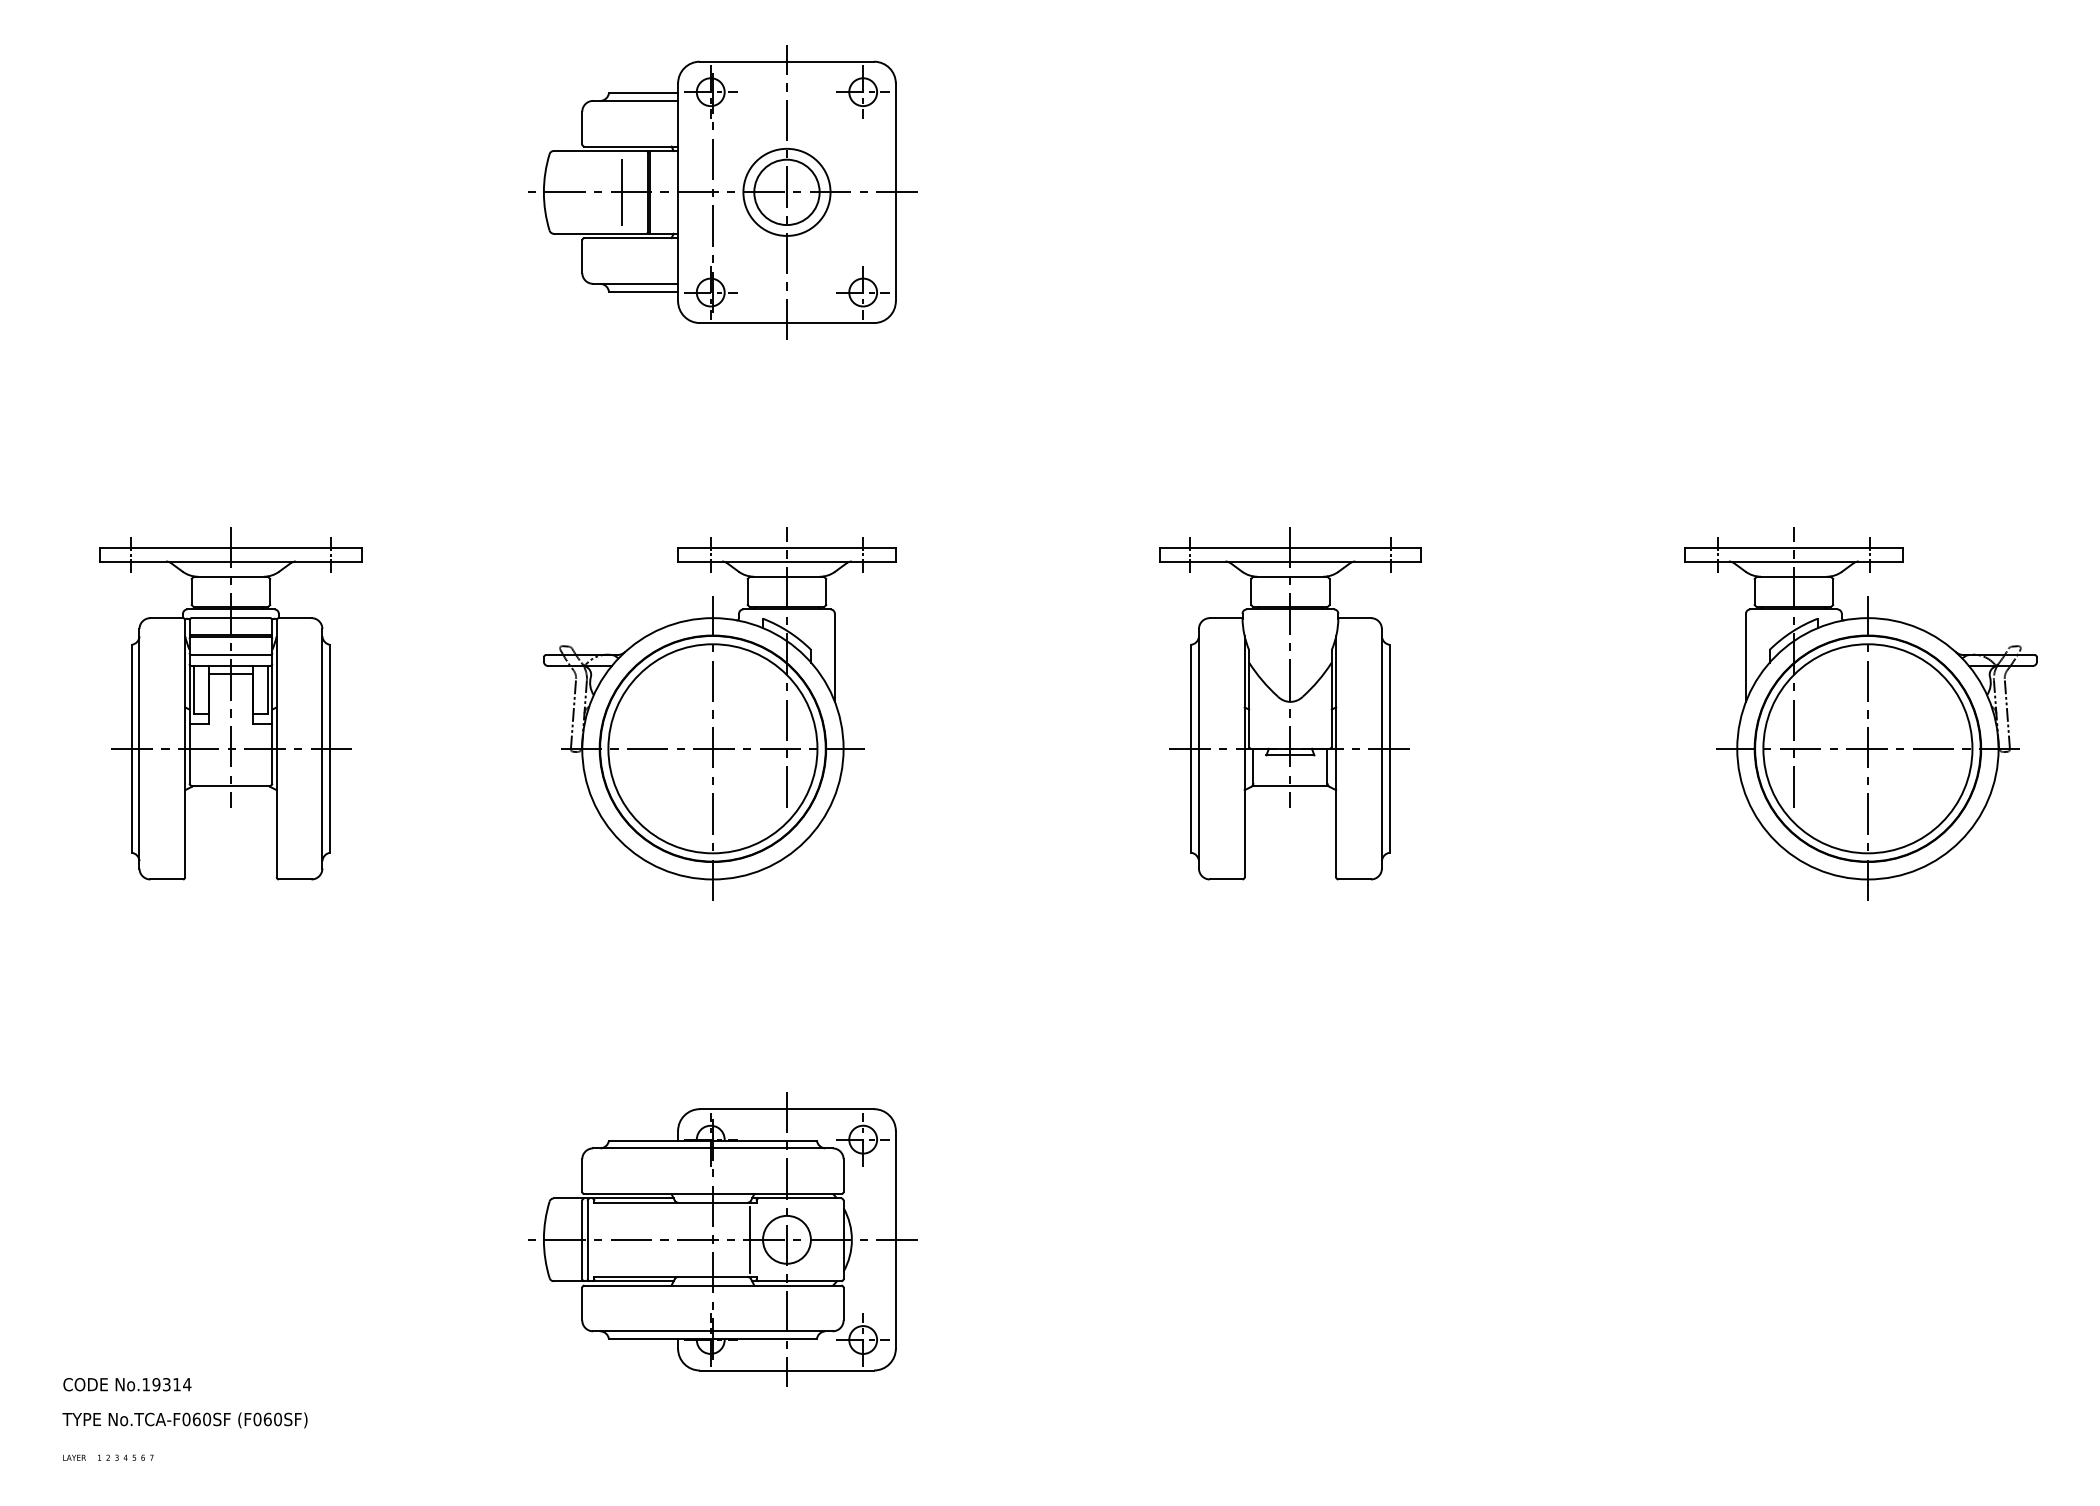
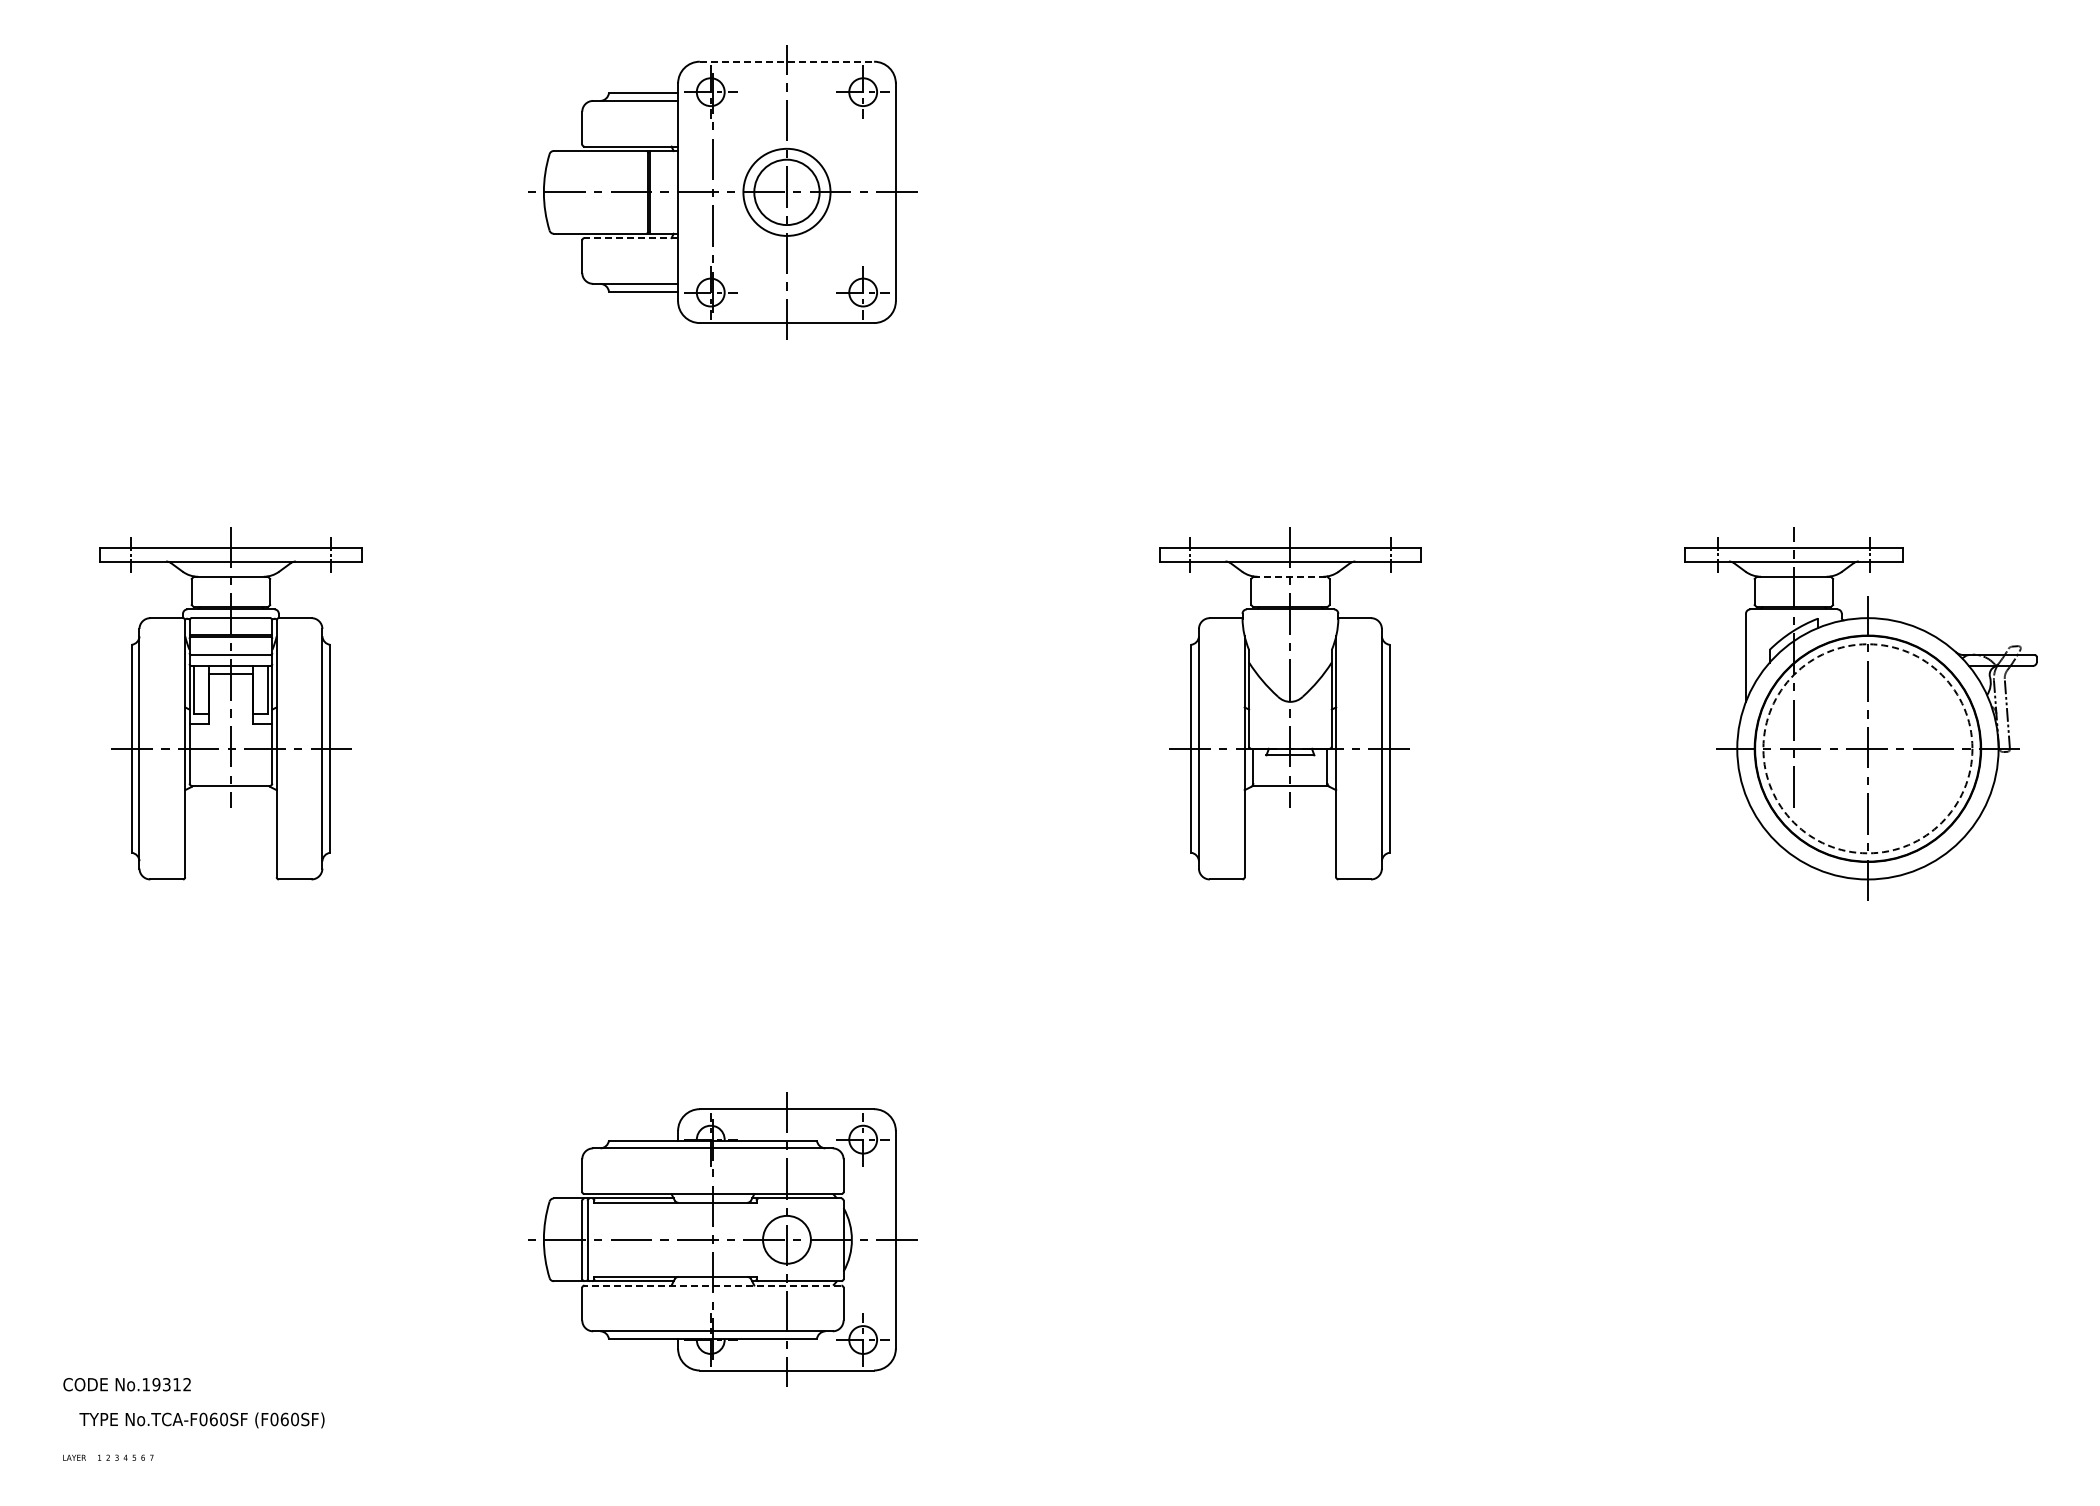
line at (787, 61): solid -> dashed
line at (621, 192): present -> none
line at (631, 238): solid -> dashed
line at (1290, 576): solid -> dashed
part at (719, 713): present -> none
circle at (1867, 748): solid -> dashed
line at (749, 1239): present -> none
line at (712, 1285): solid -> dashed
text at (187, 1384): No.19314 -> No.19312
text at (184, 1420) position: (184, 1420) -> (201, 1420)
